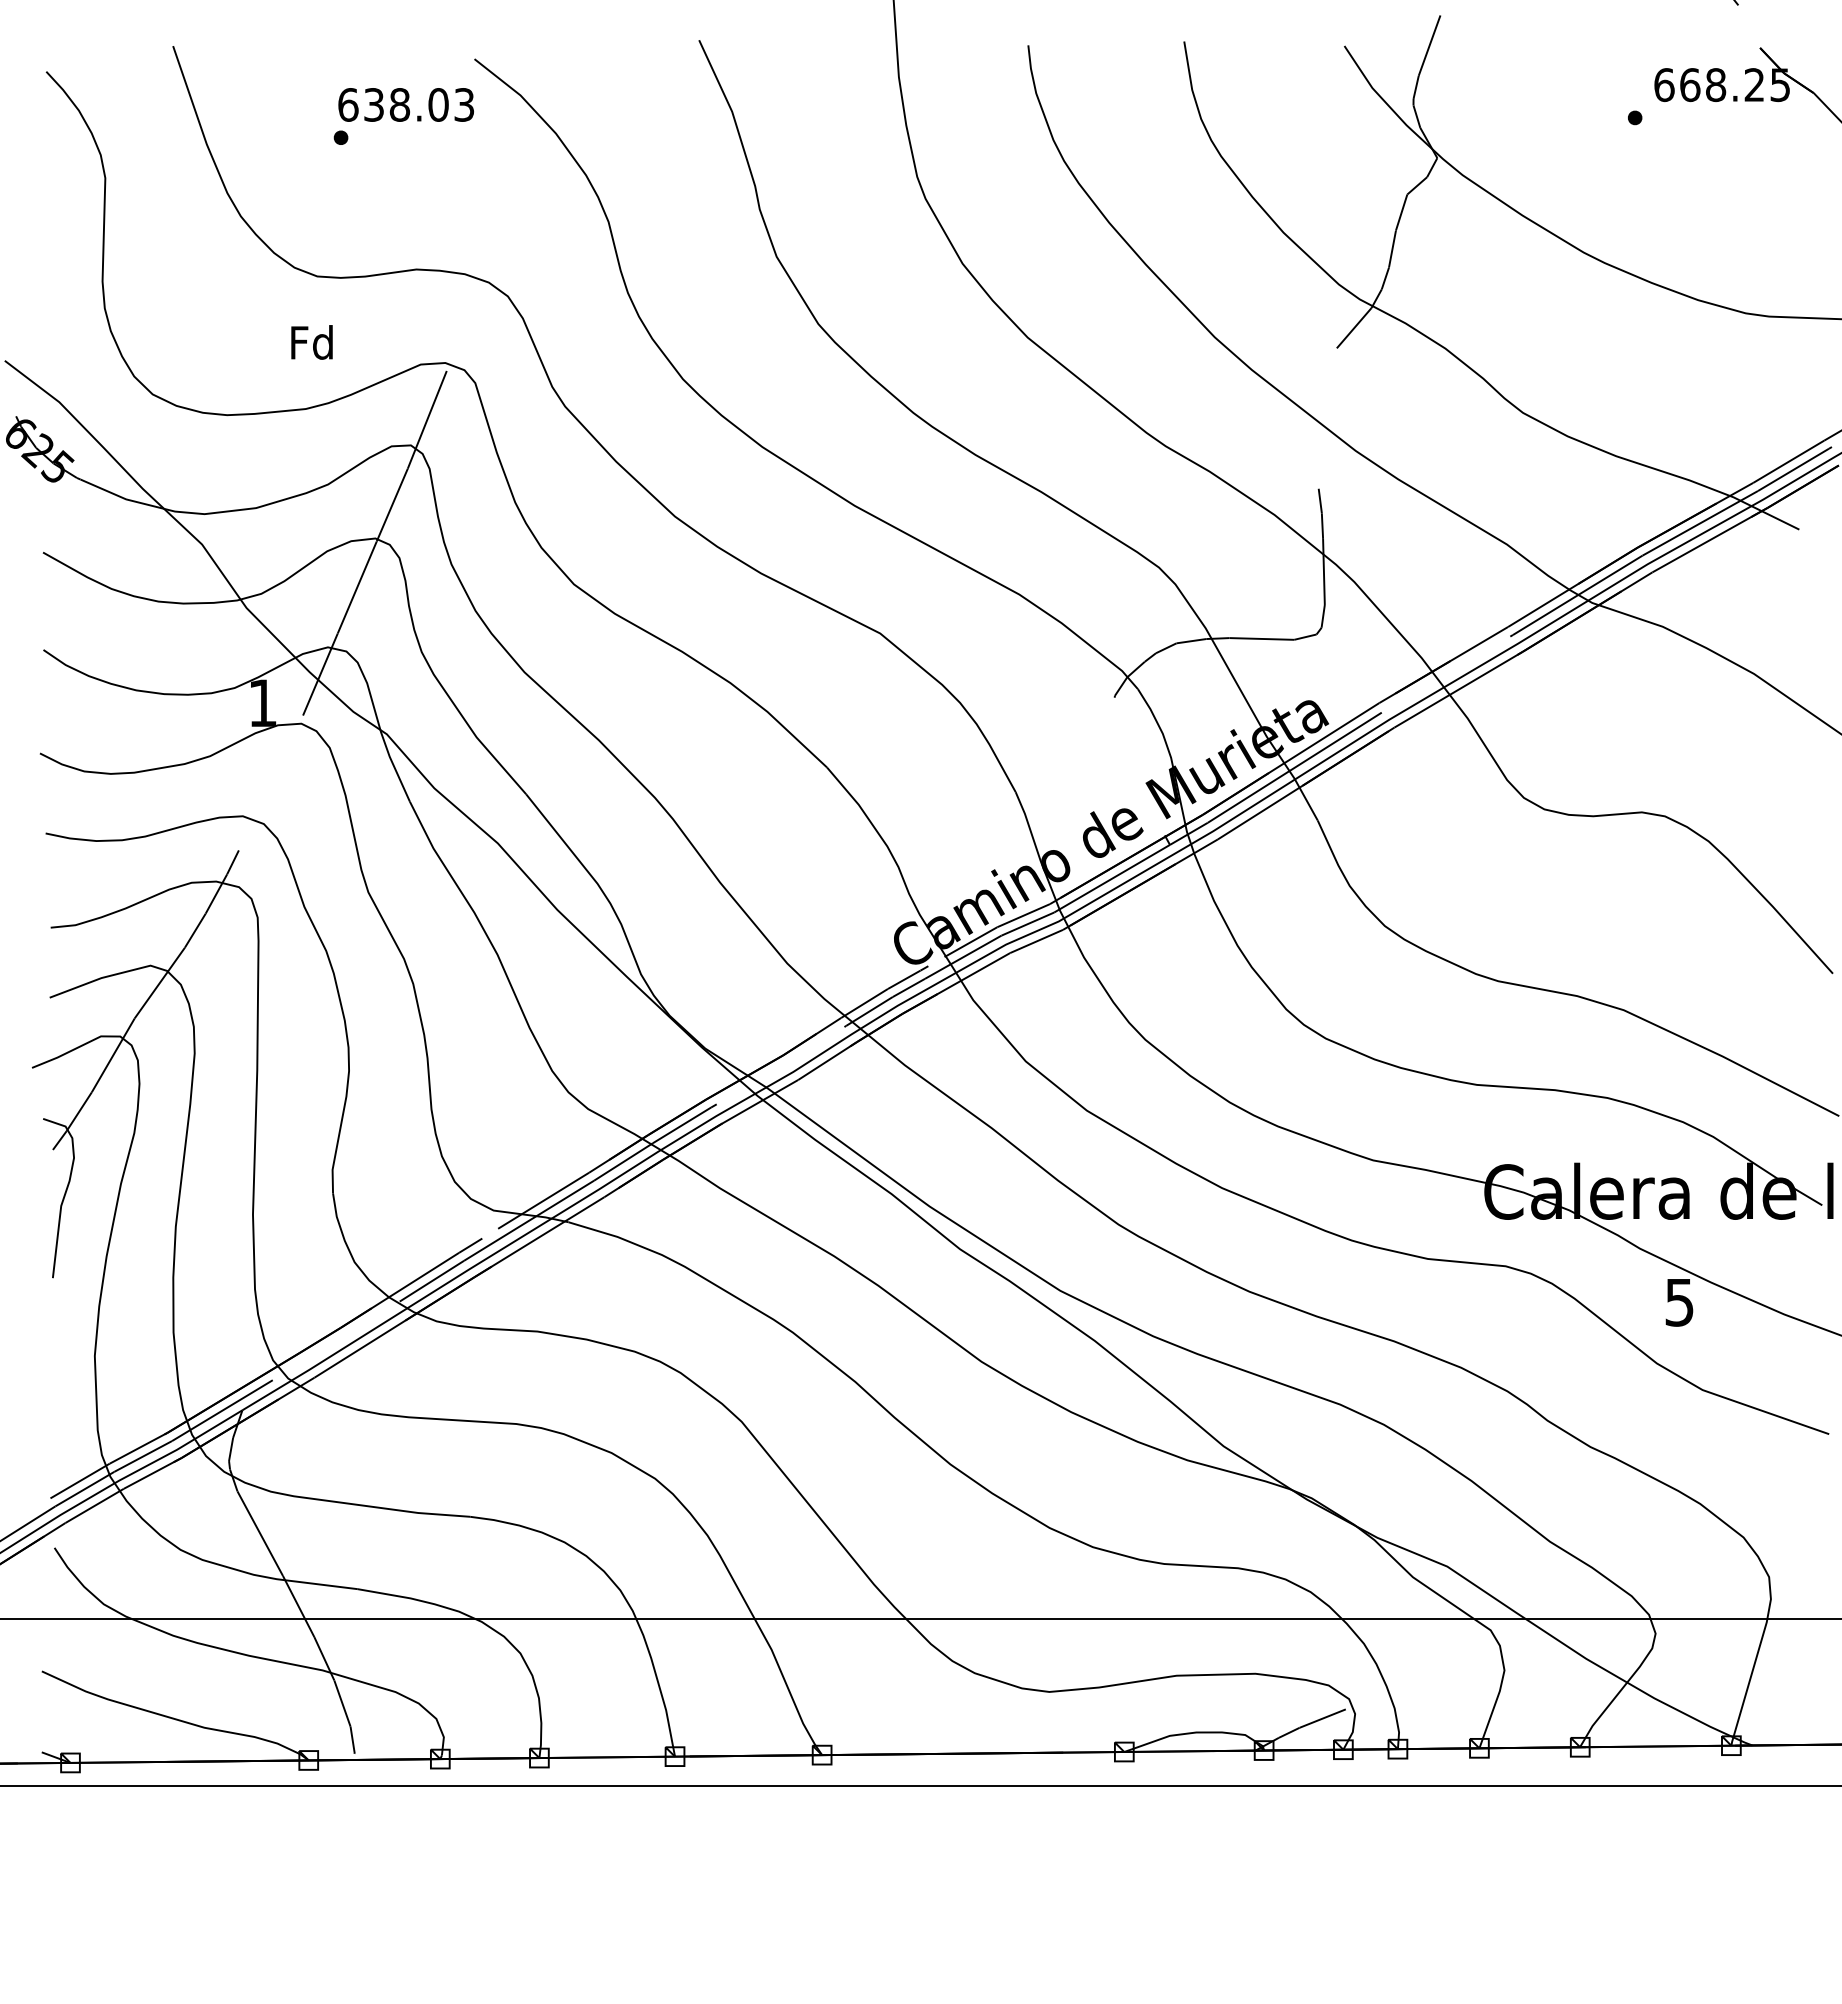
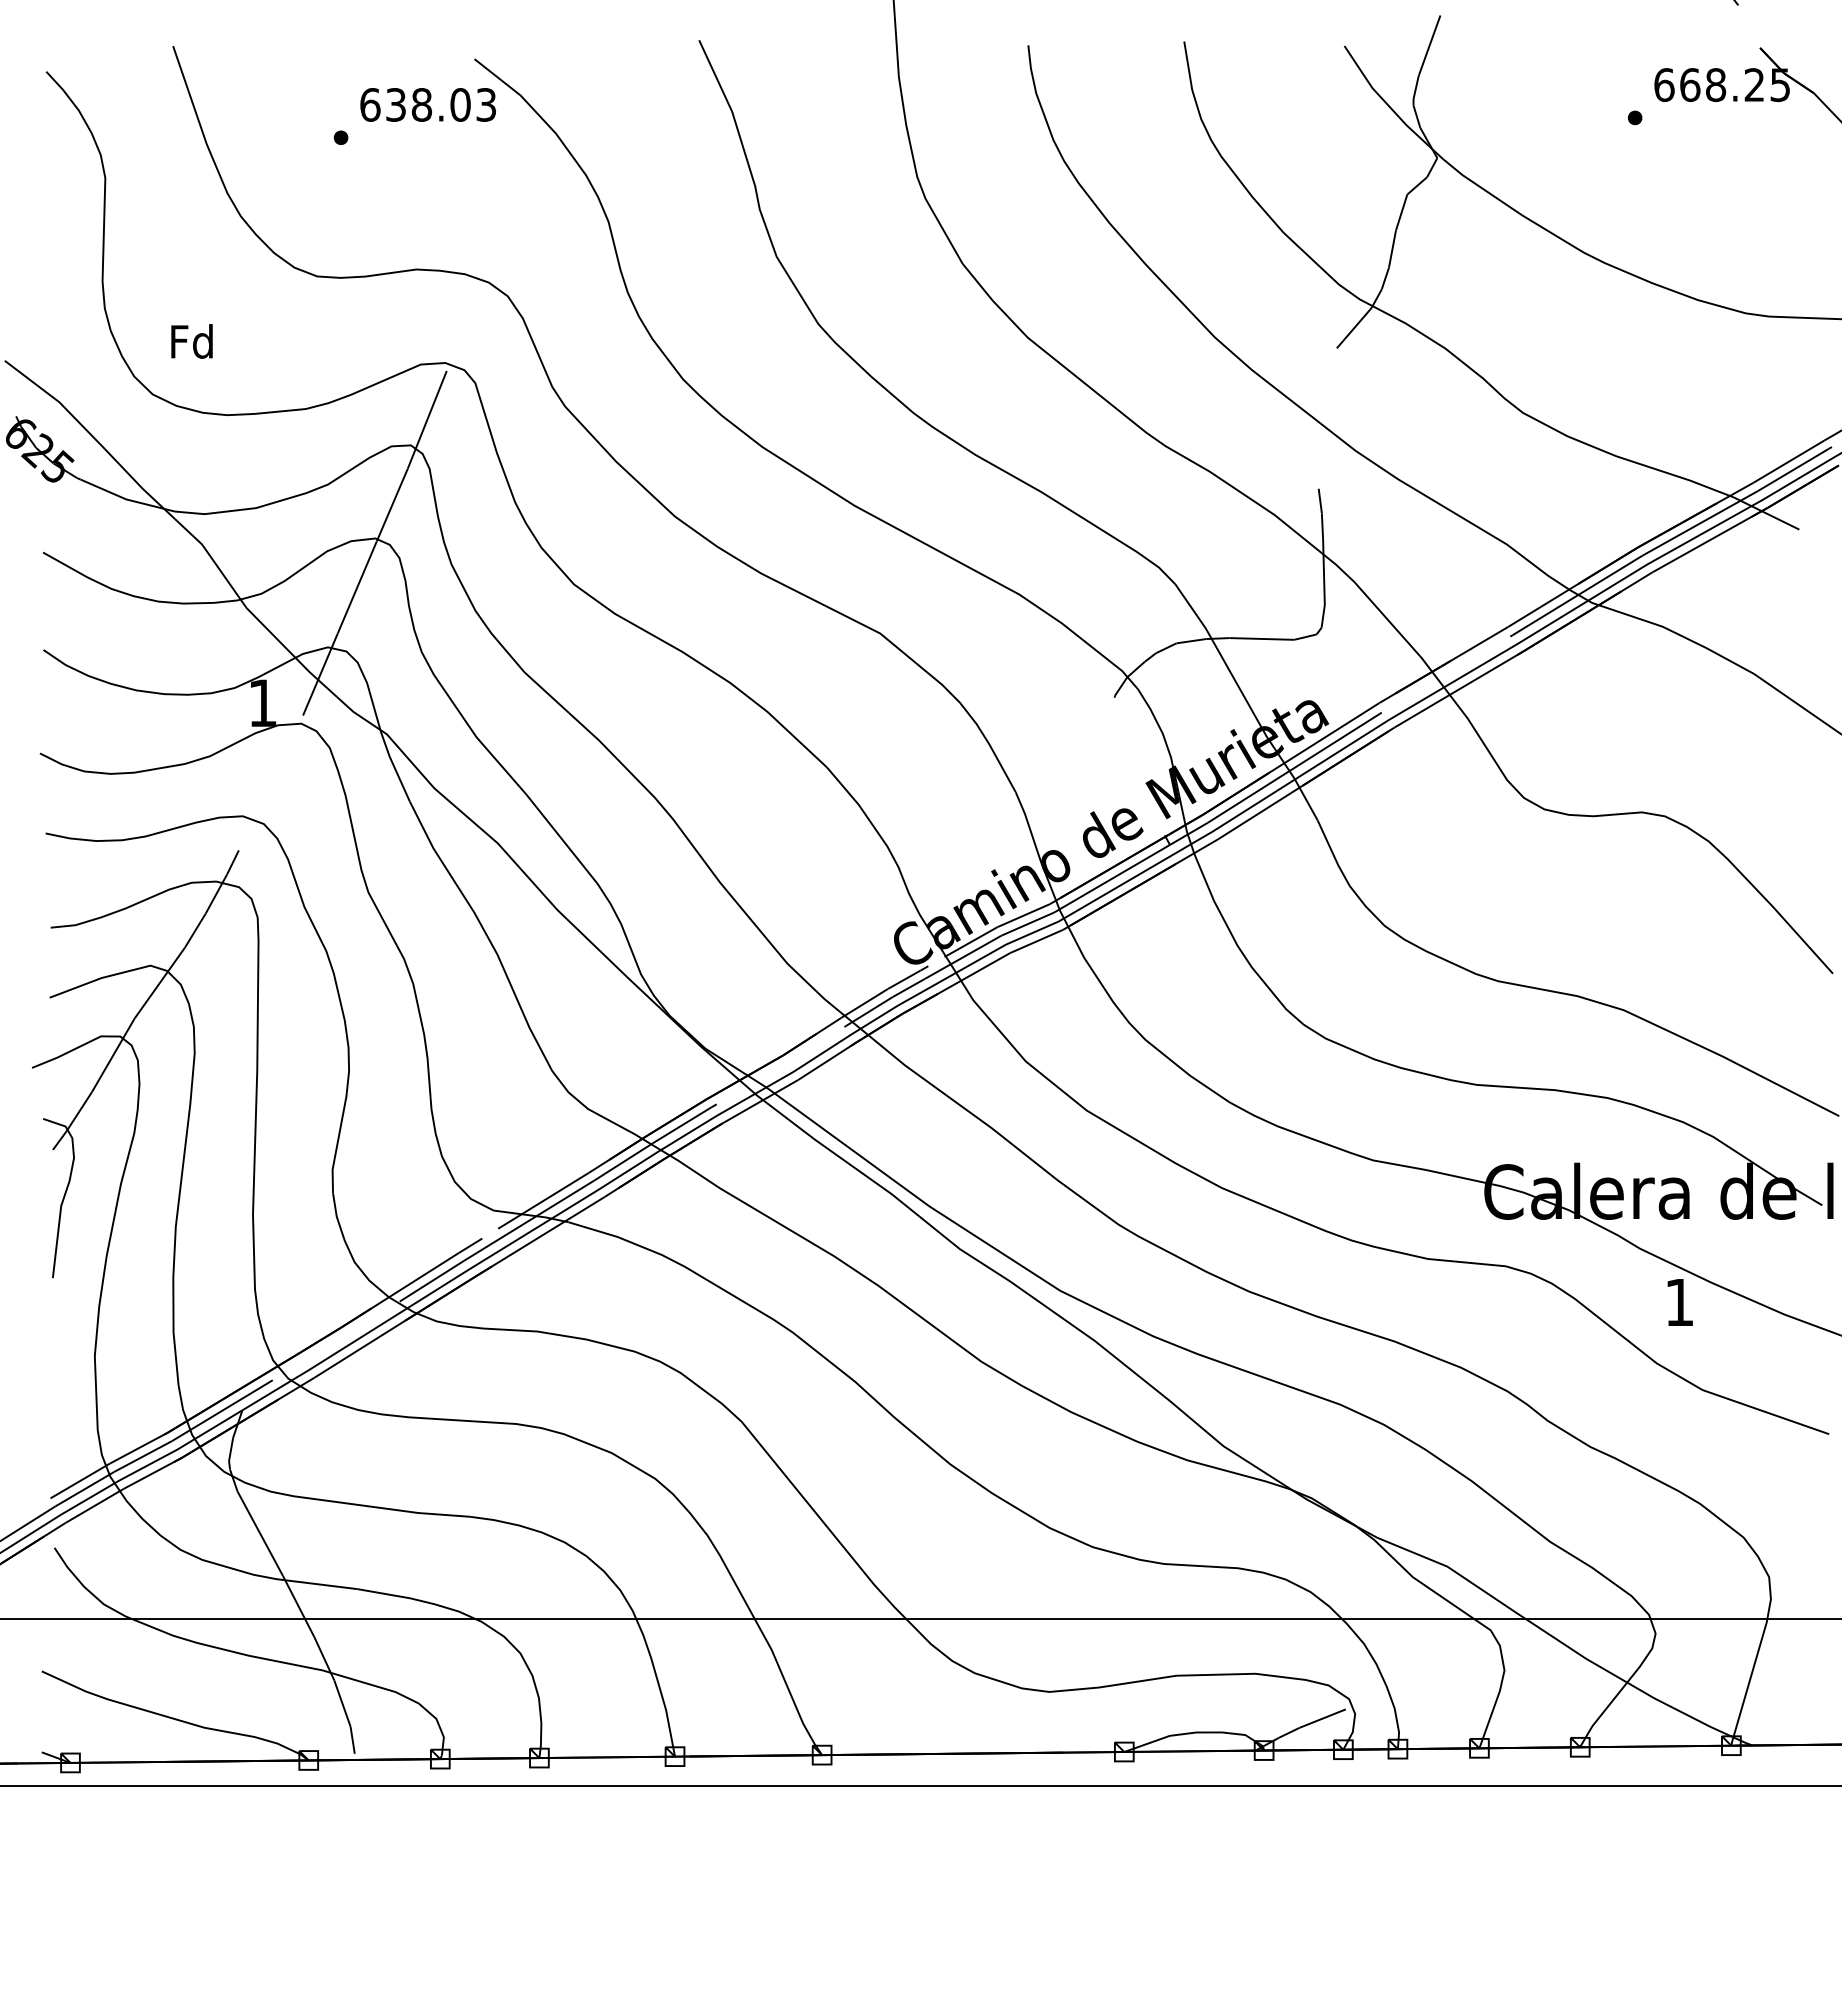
text at (405, 104) position: (405, 104) -> (427, 104)
text at (311, 342) position: (311, 342) -> (191, 341)
text at (1679, 1302): 5 -> 1
